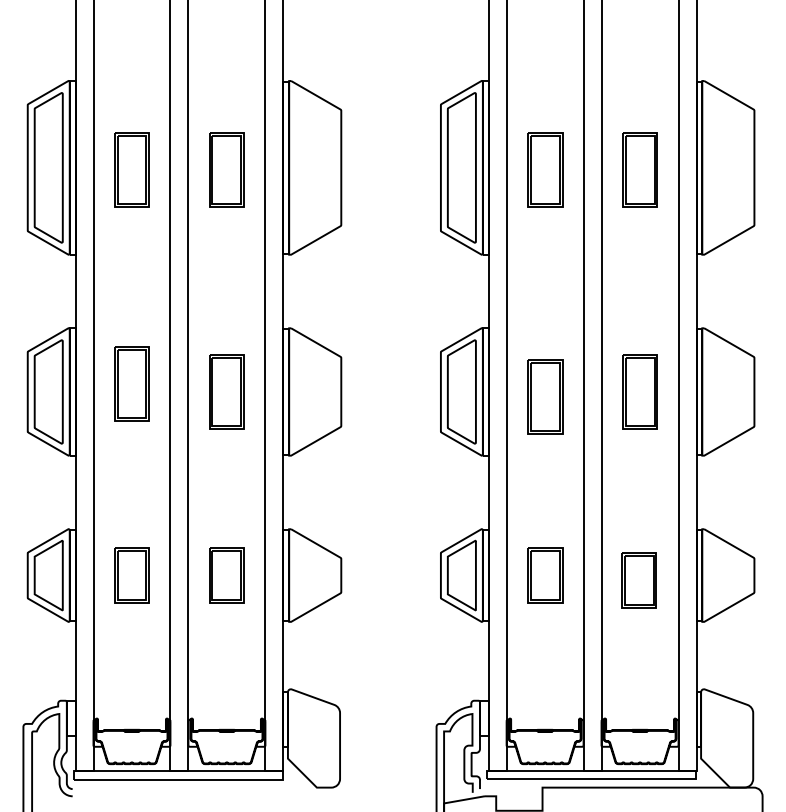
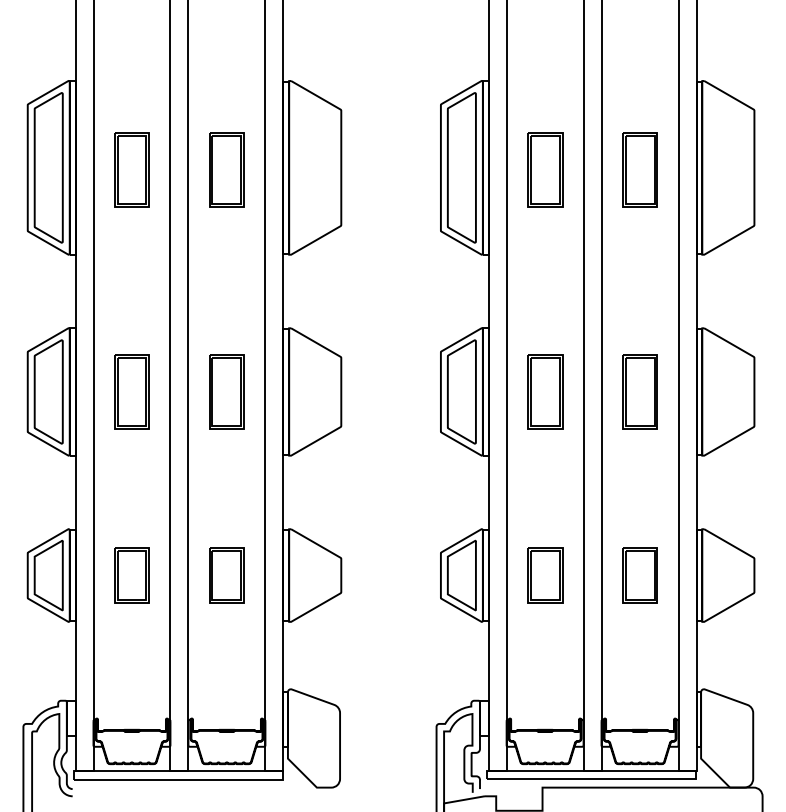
part at (131, 383) position: (131, 383) -> (131, 391)
part at (545, 396) position: (545, 396) -> (545, 391)
part at (638, 580) position: (638, 580) -> (639, 575)
